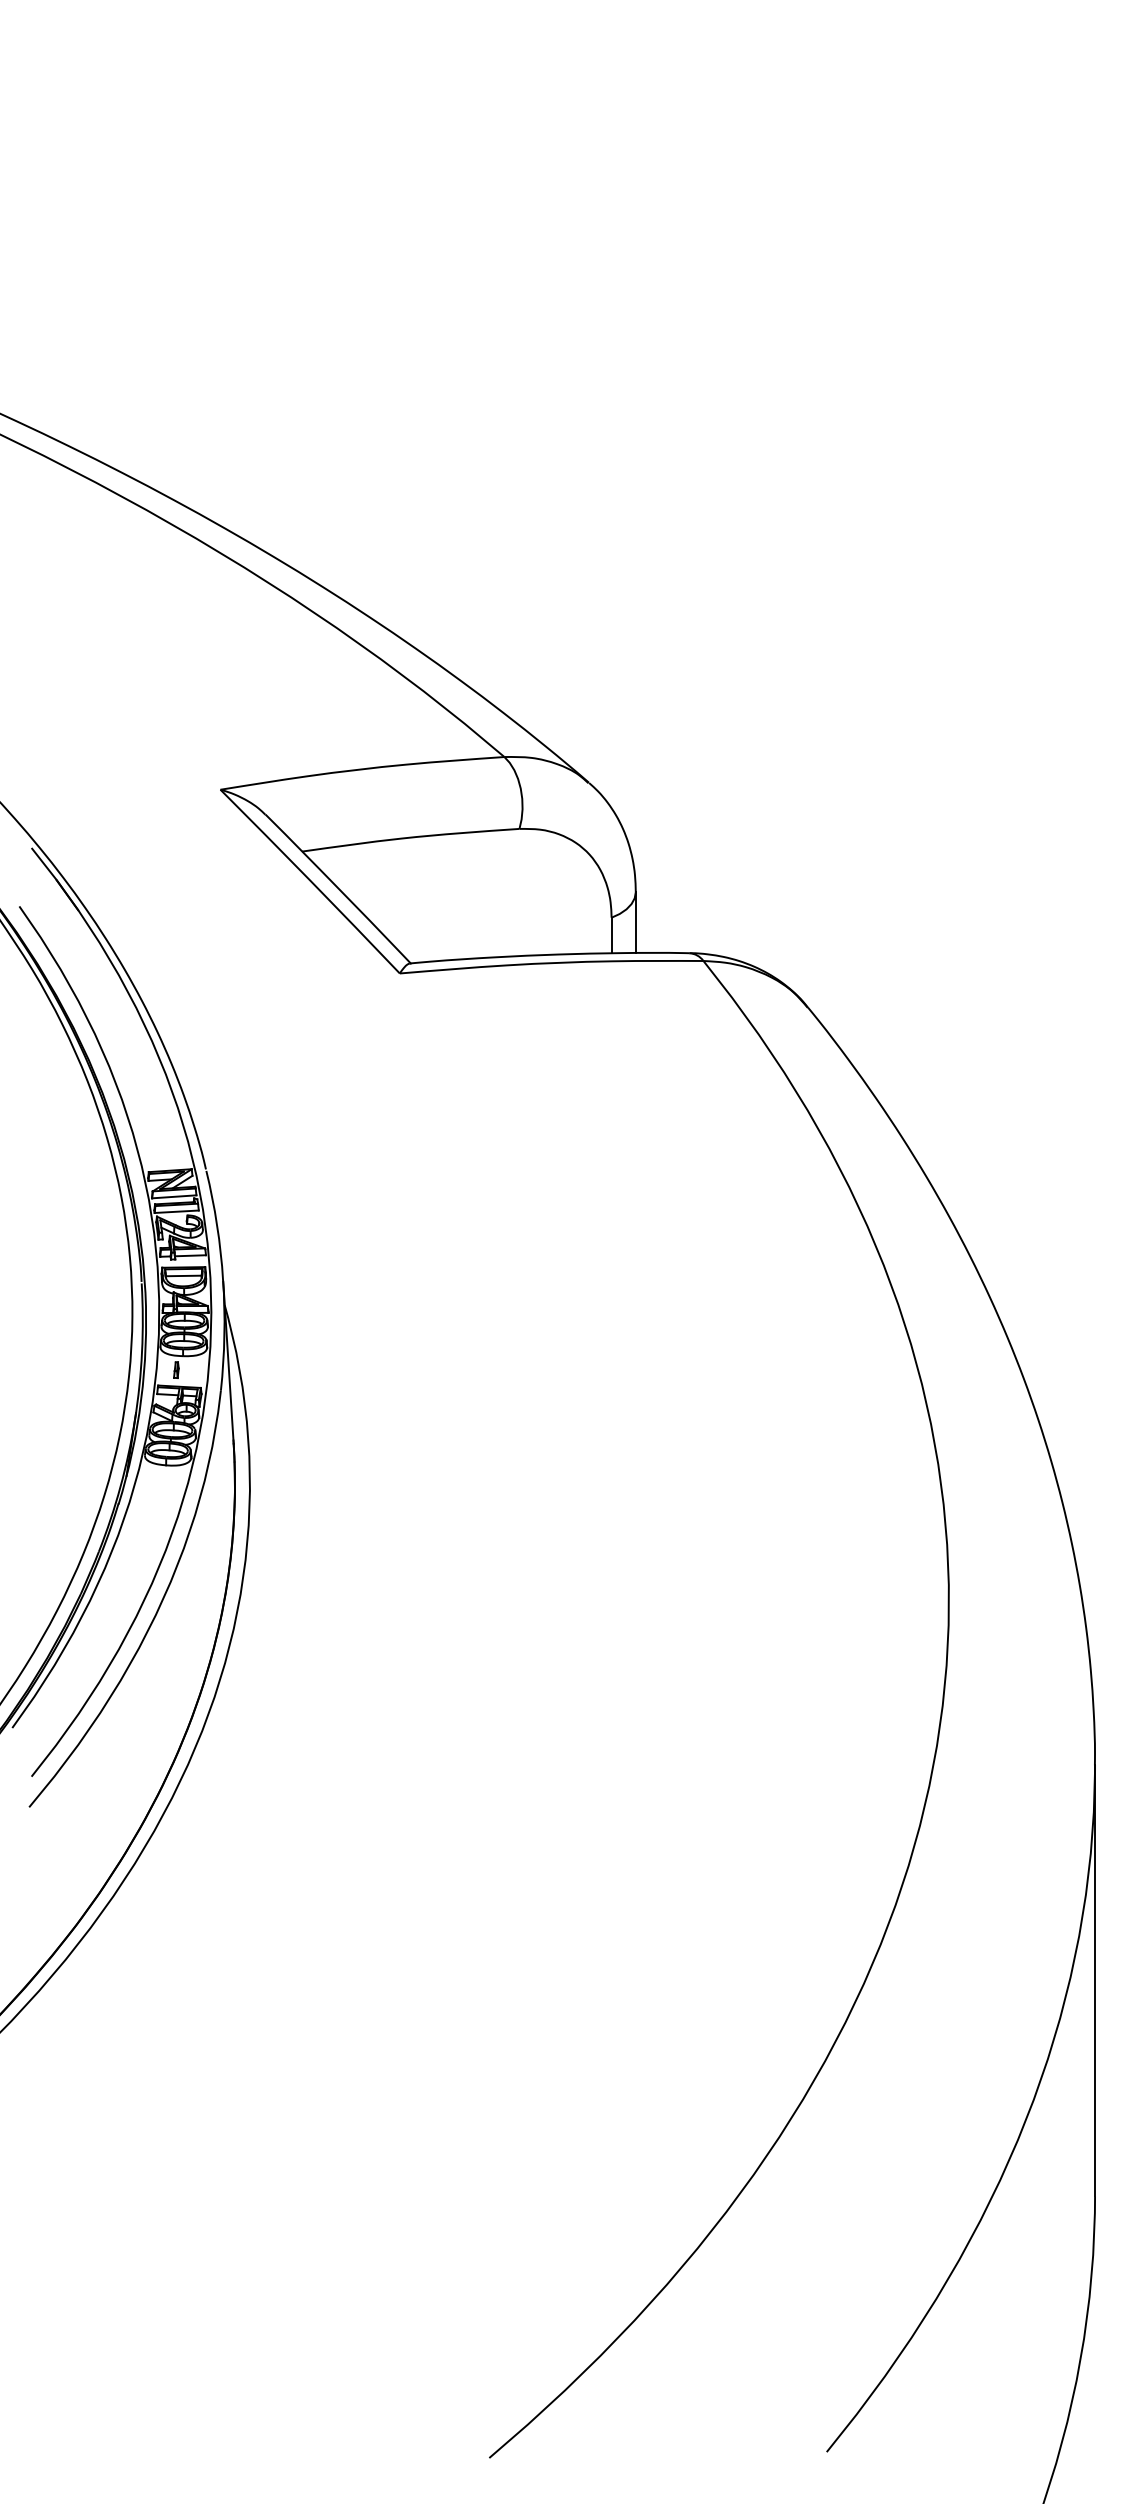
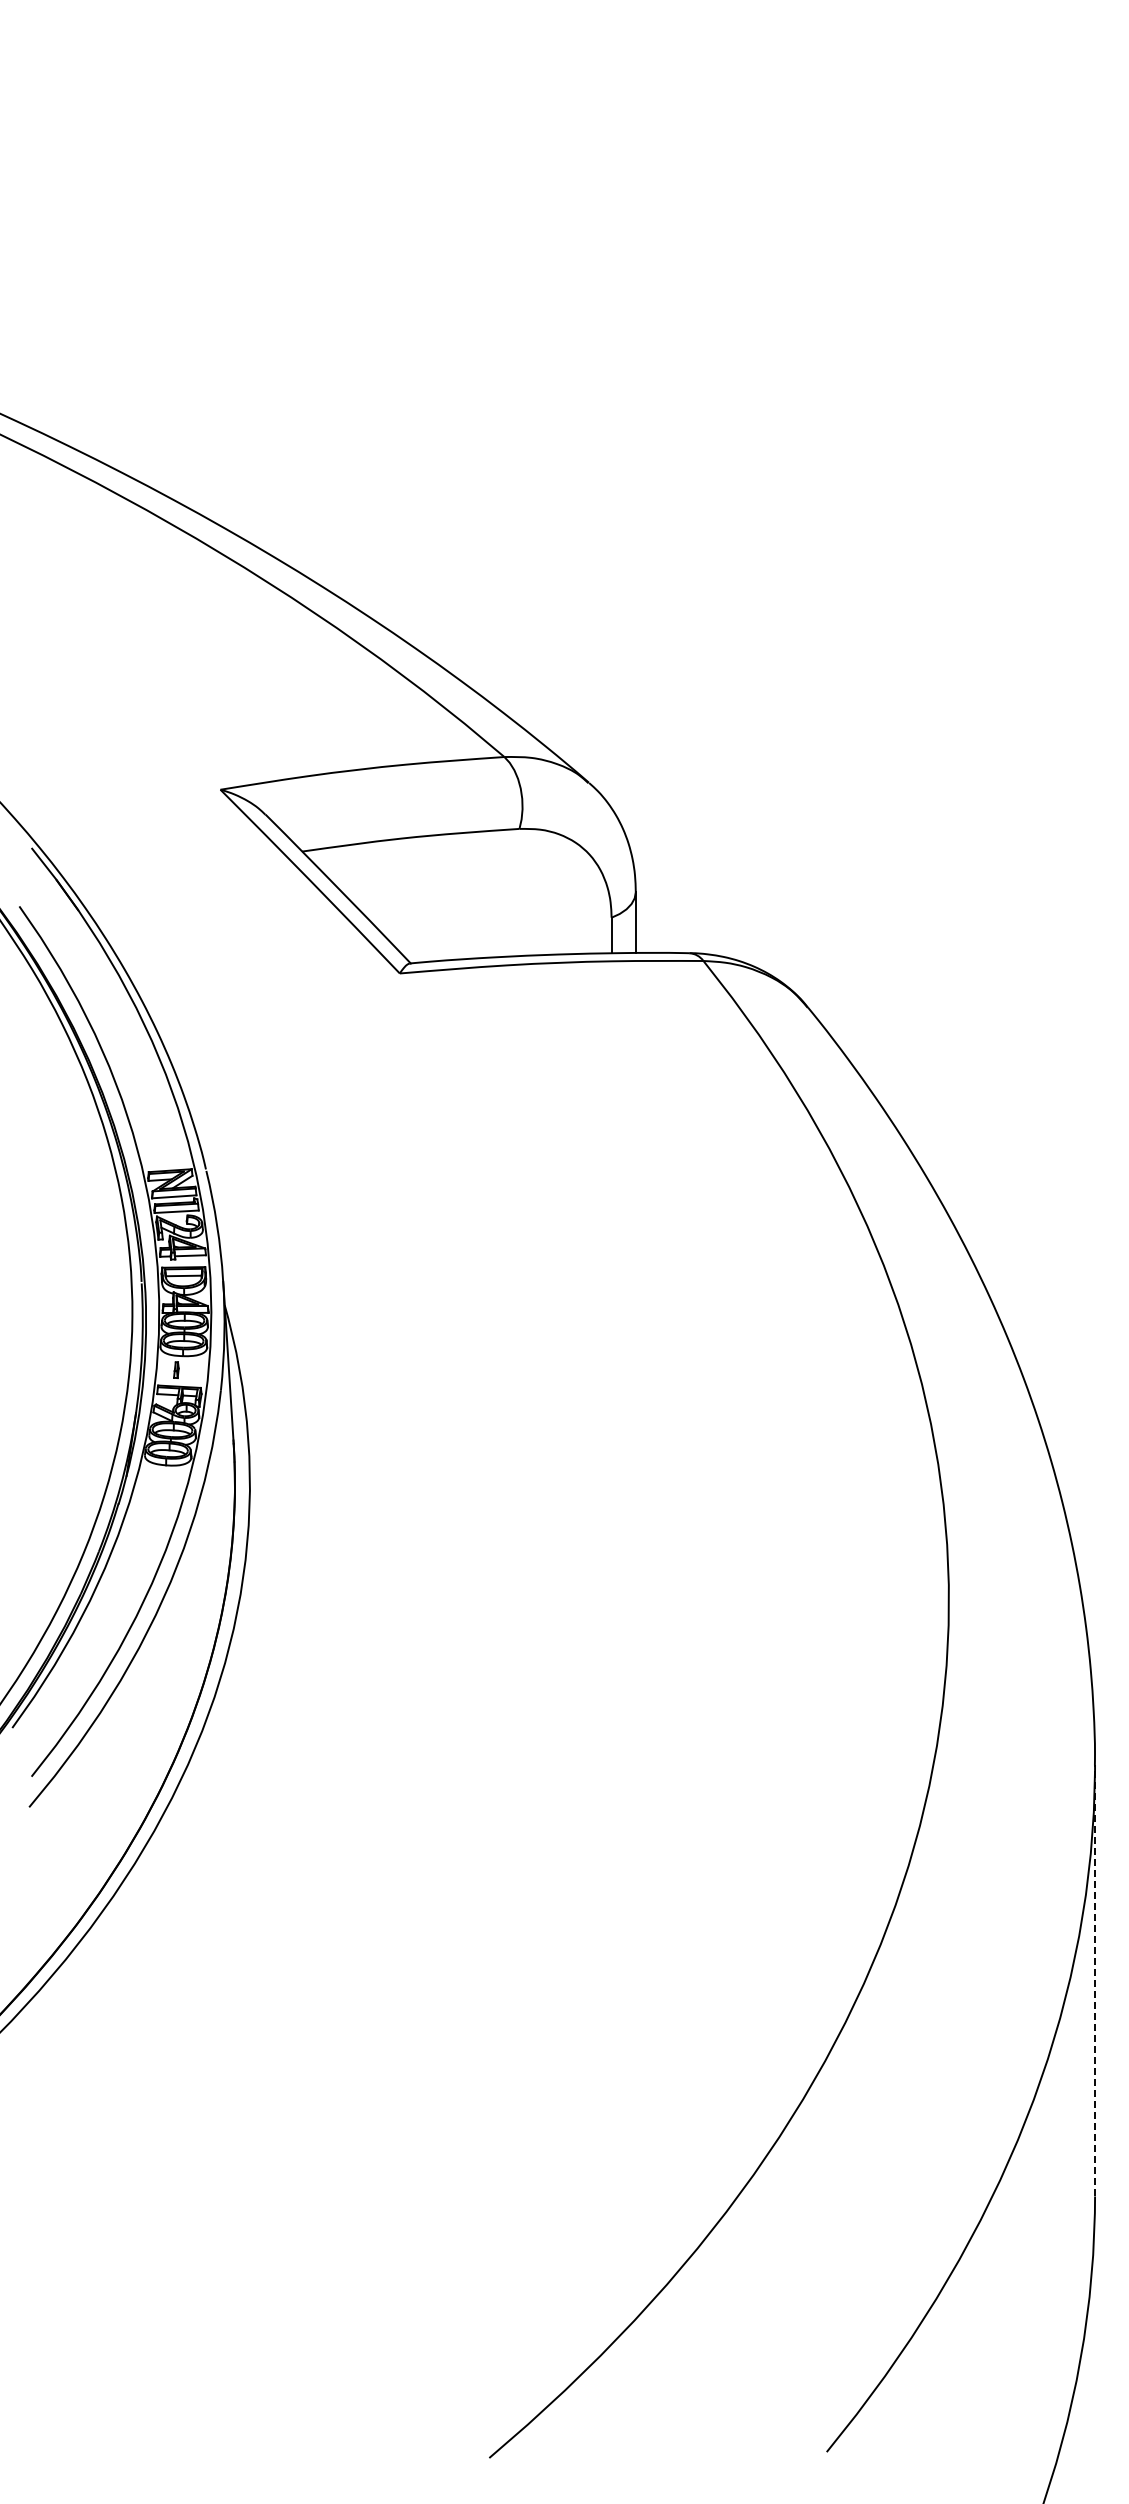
line at (1095, 1980): solid -> dashed
